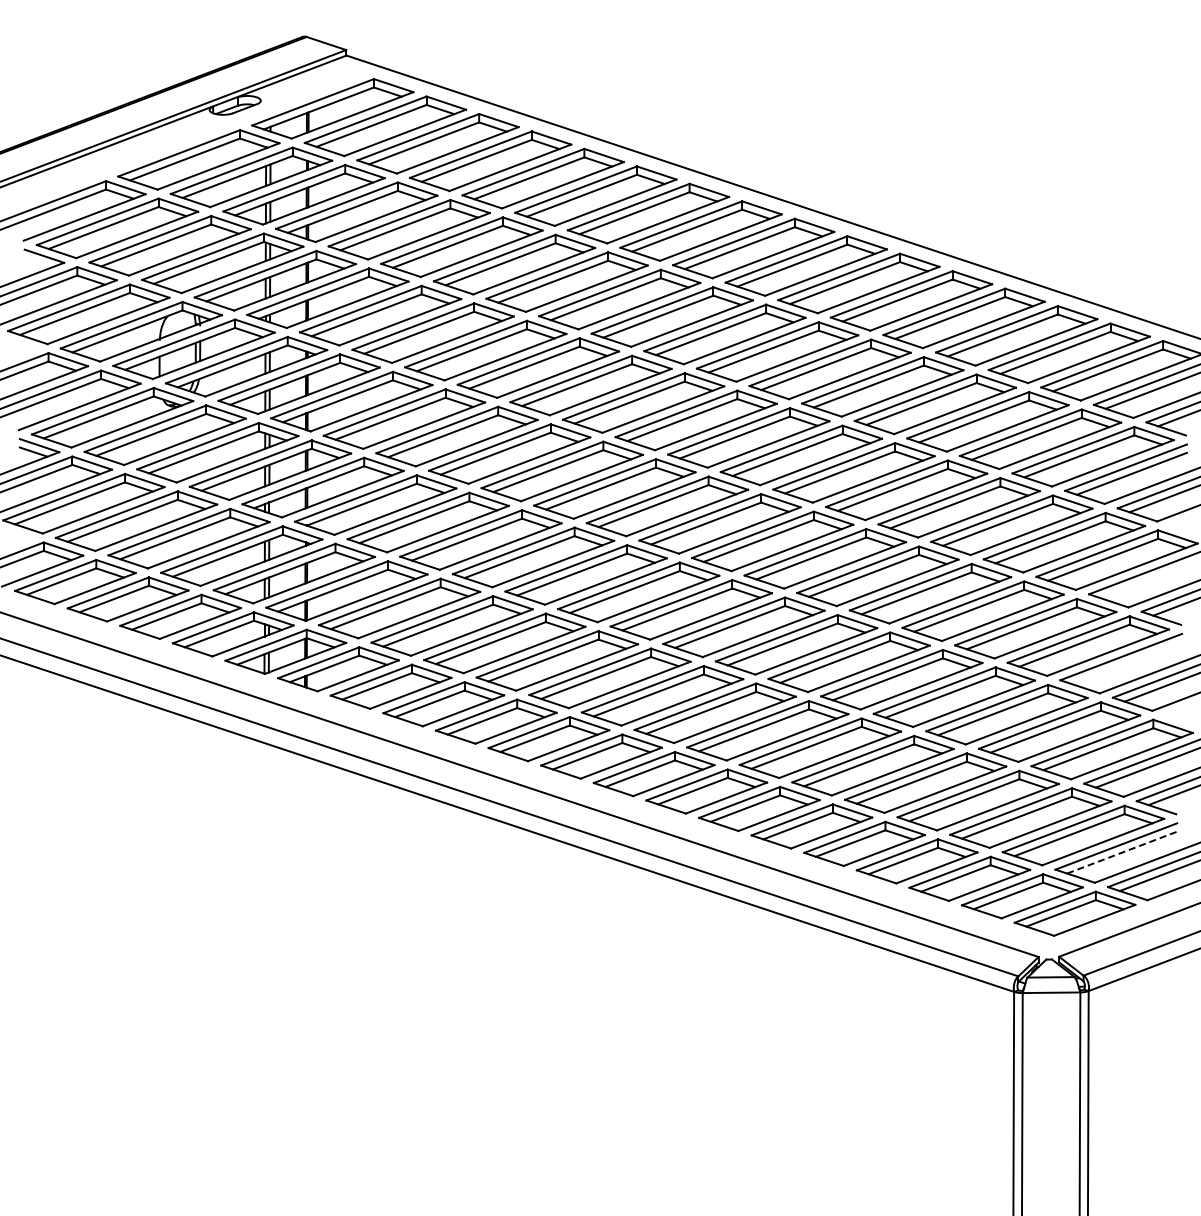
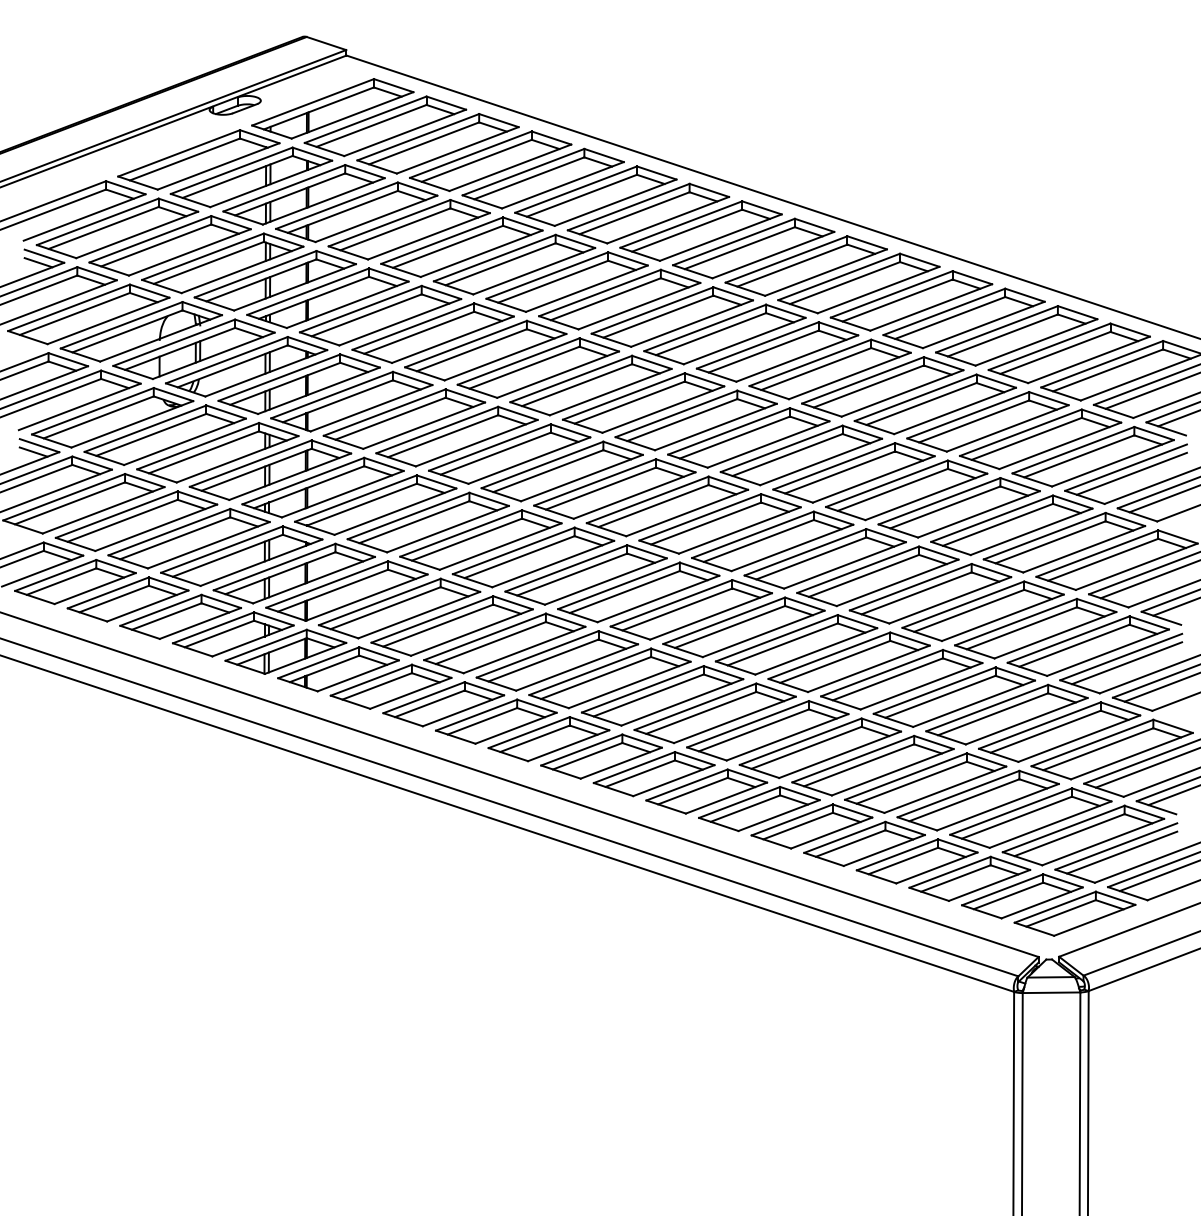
line at (38, 262): none -> present
line at (1148, 579): none -> present
line at (1127, 663): none -> present
line at (1122, 852): dashed -> solid
